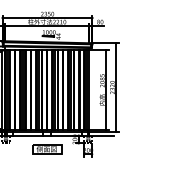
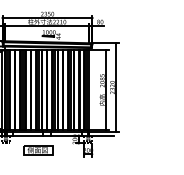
part at (47, 149) position: (47, 149) -> (38, 150)
